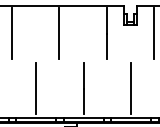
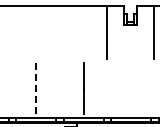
line at (11, 33): present -> none
line at (59, 33): present -> none
line at (36, 88): solid -> dashed
line at (131, 88): present -> none
